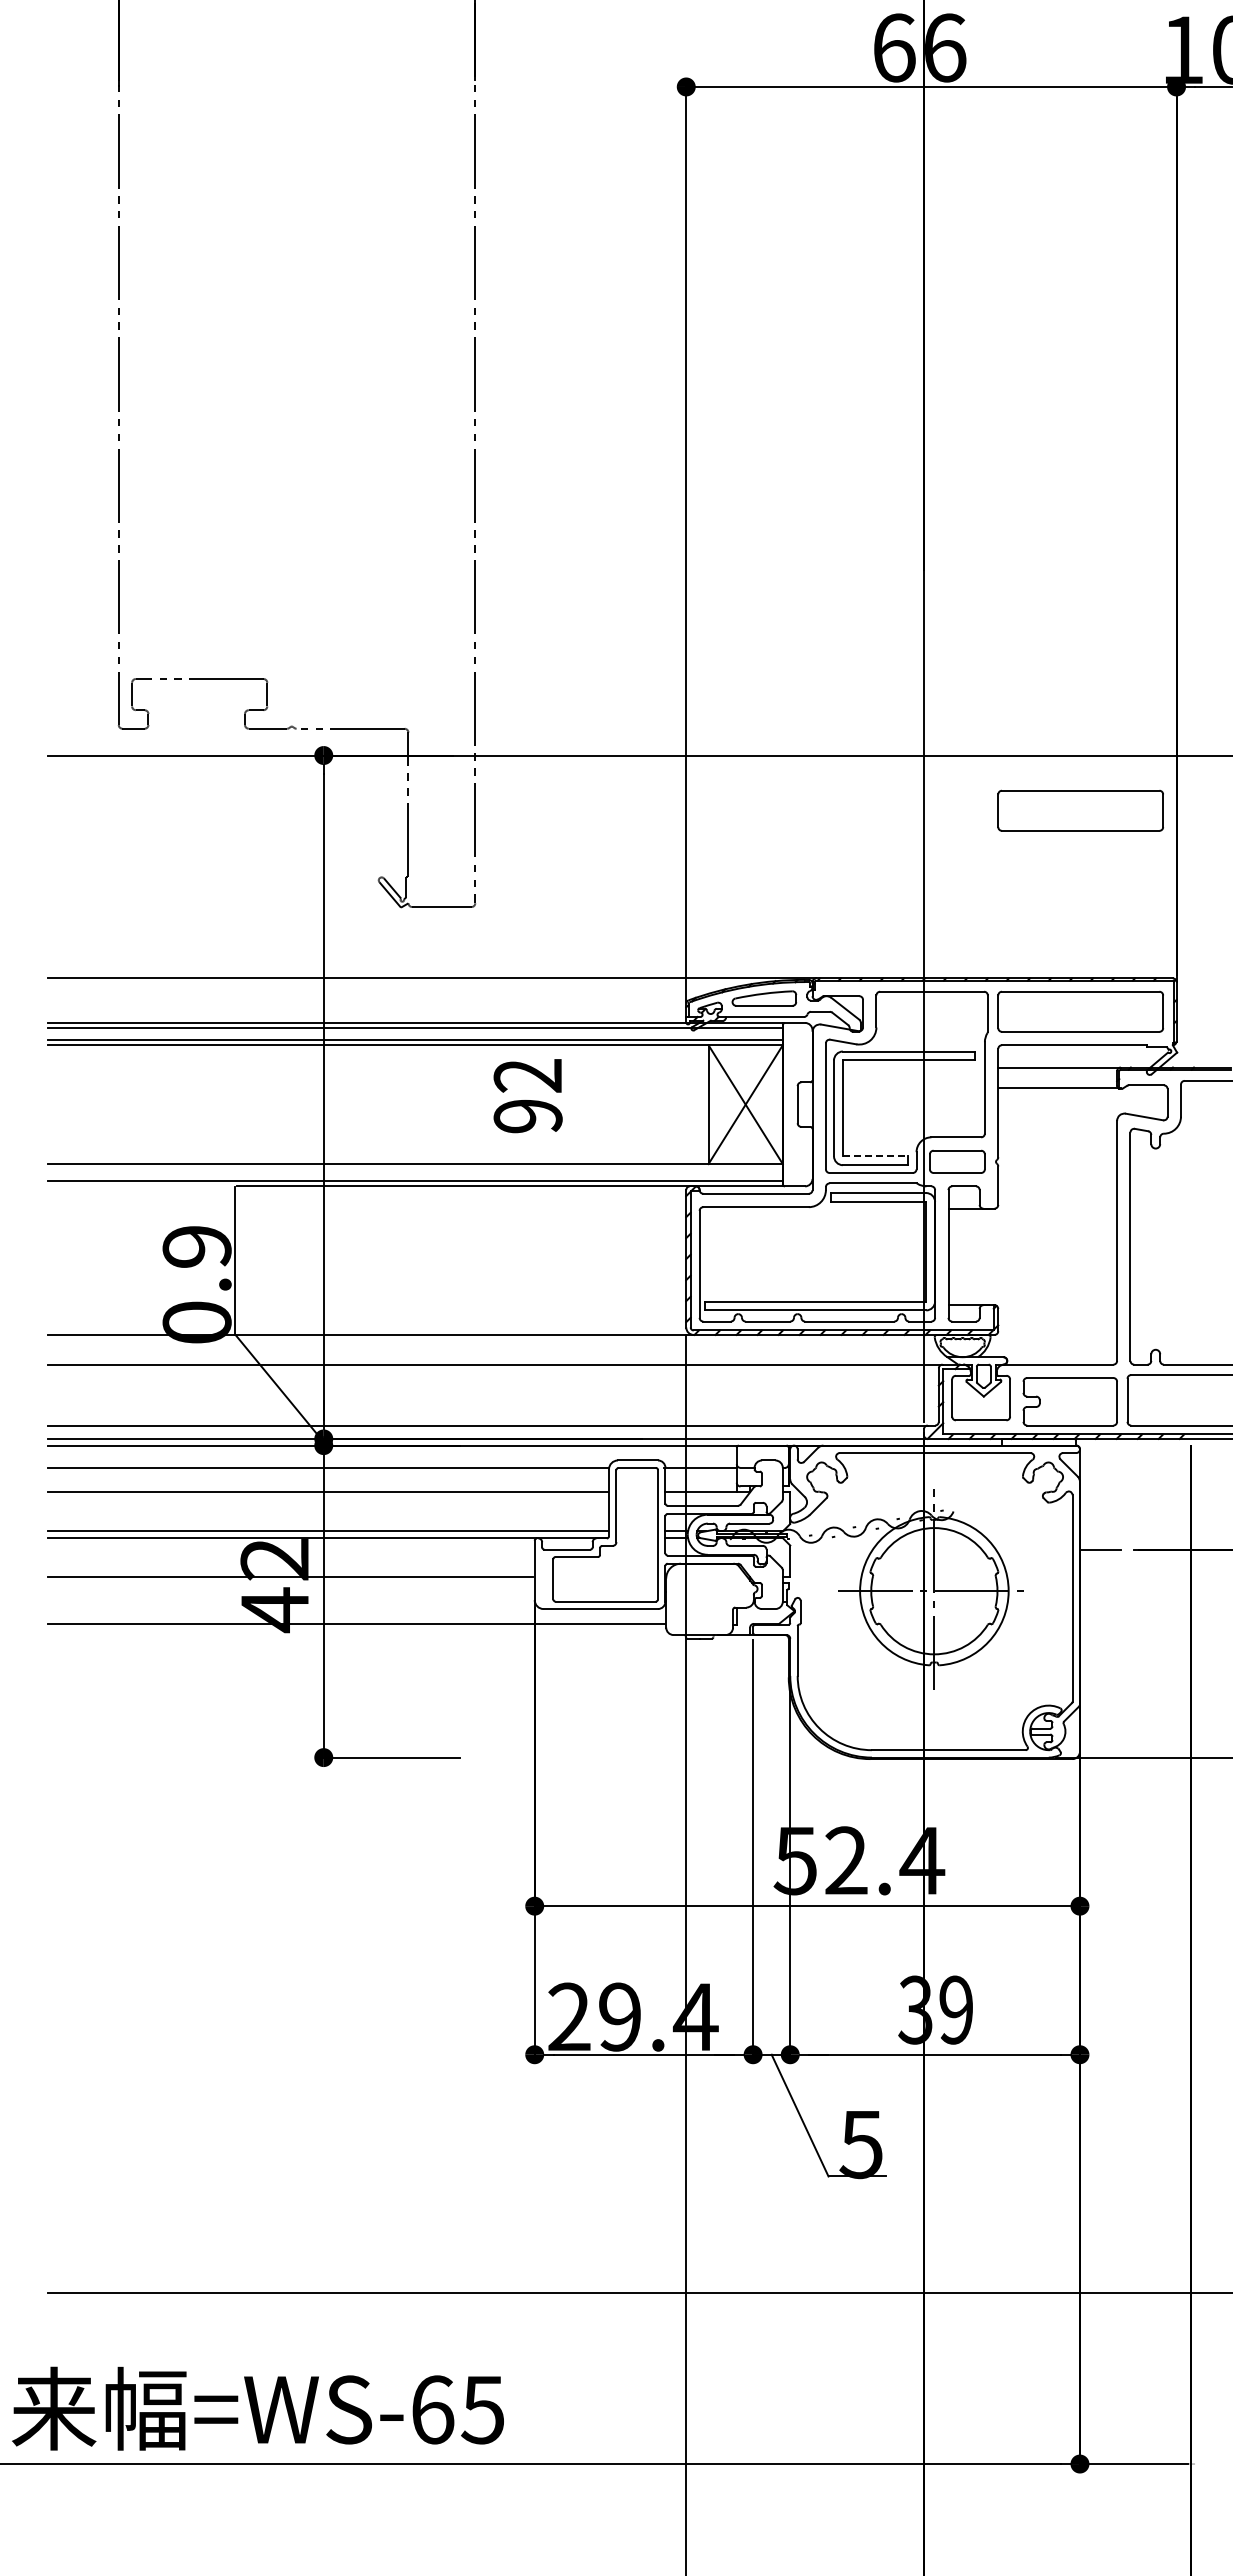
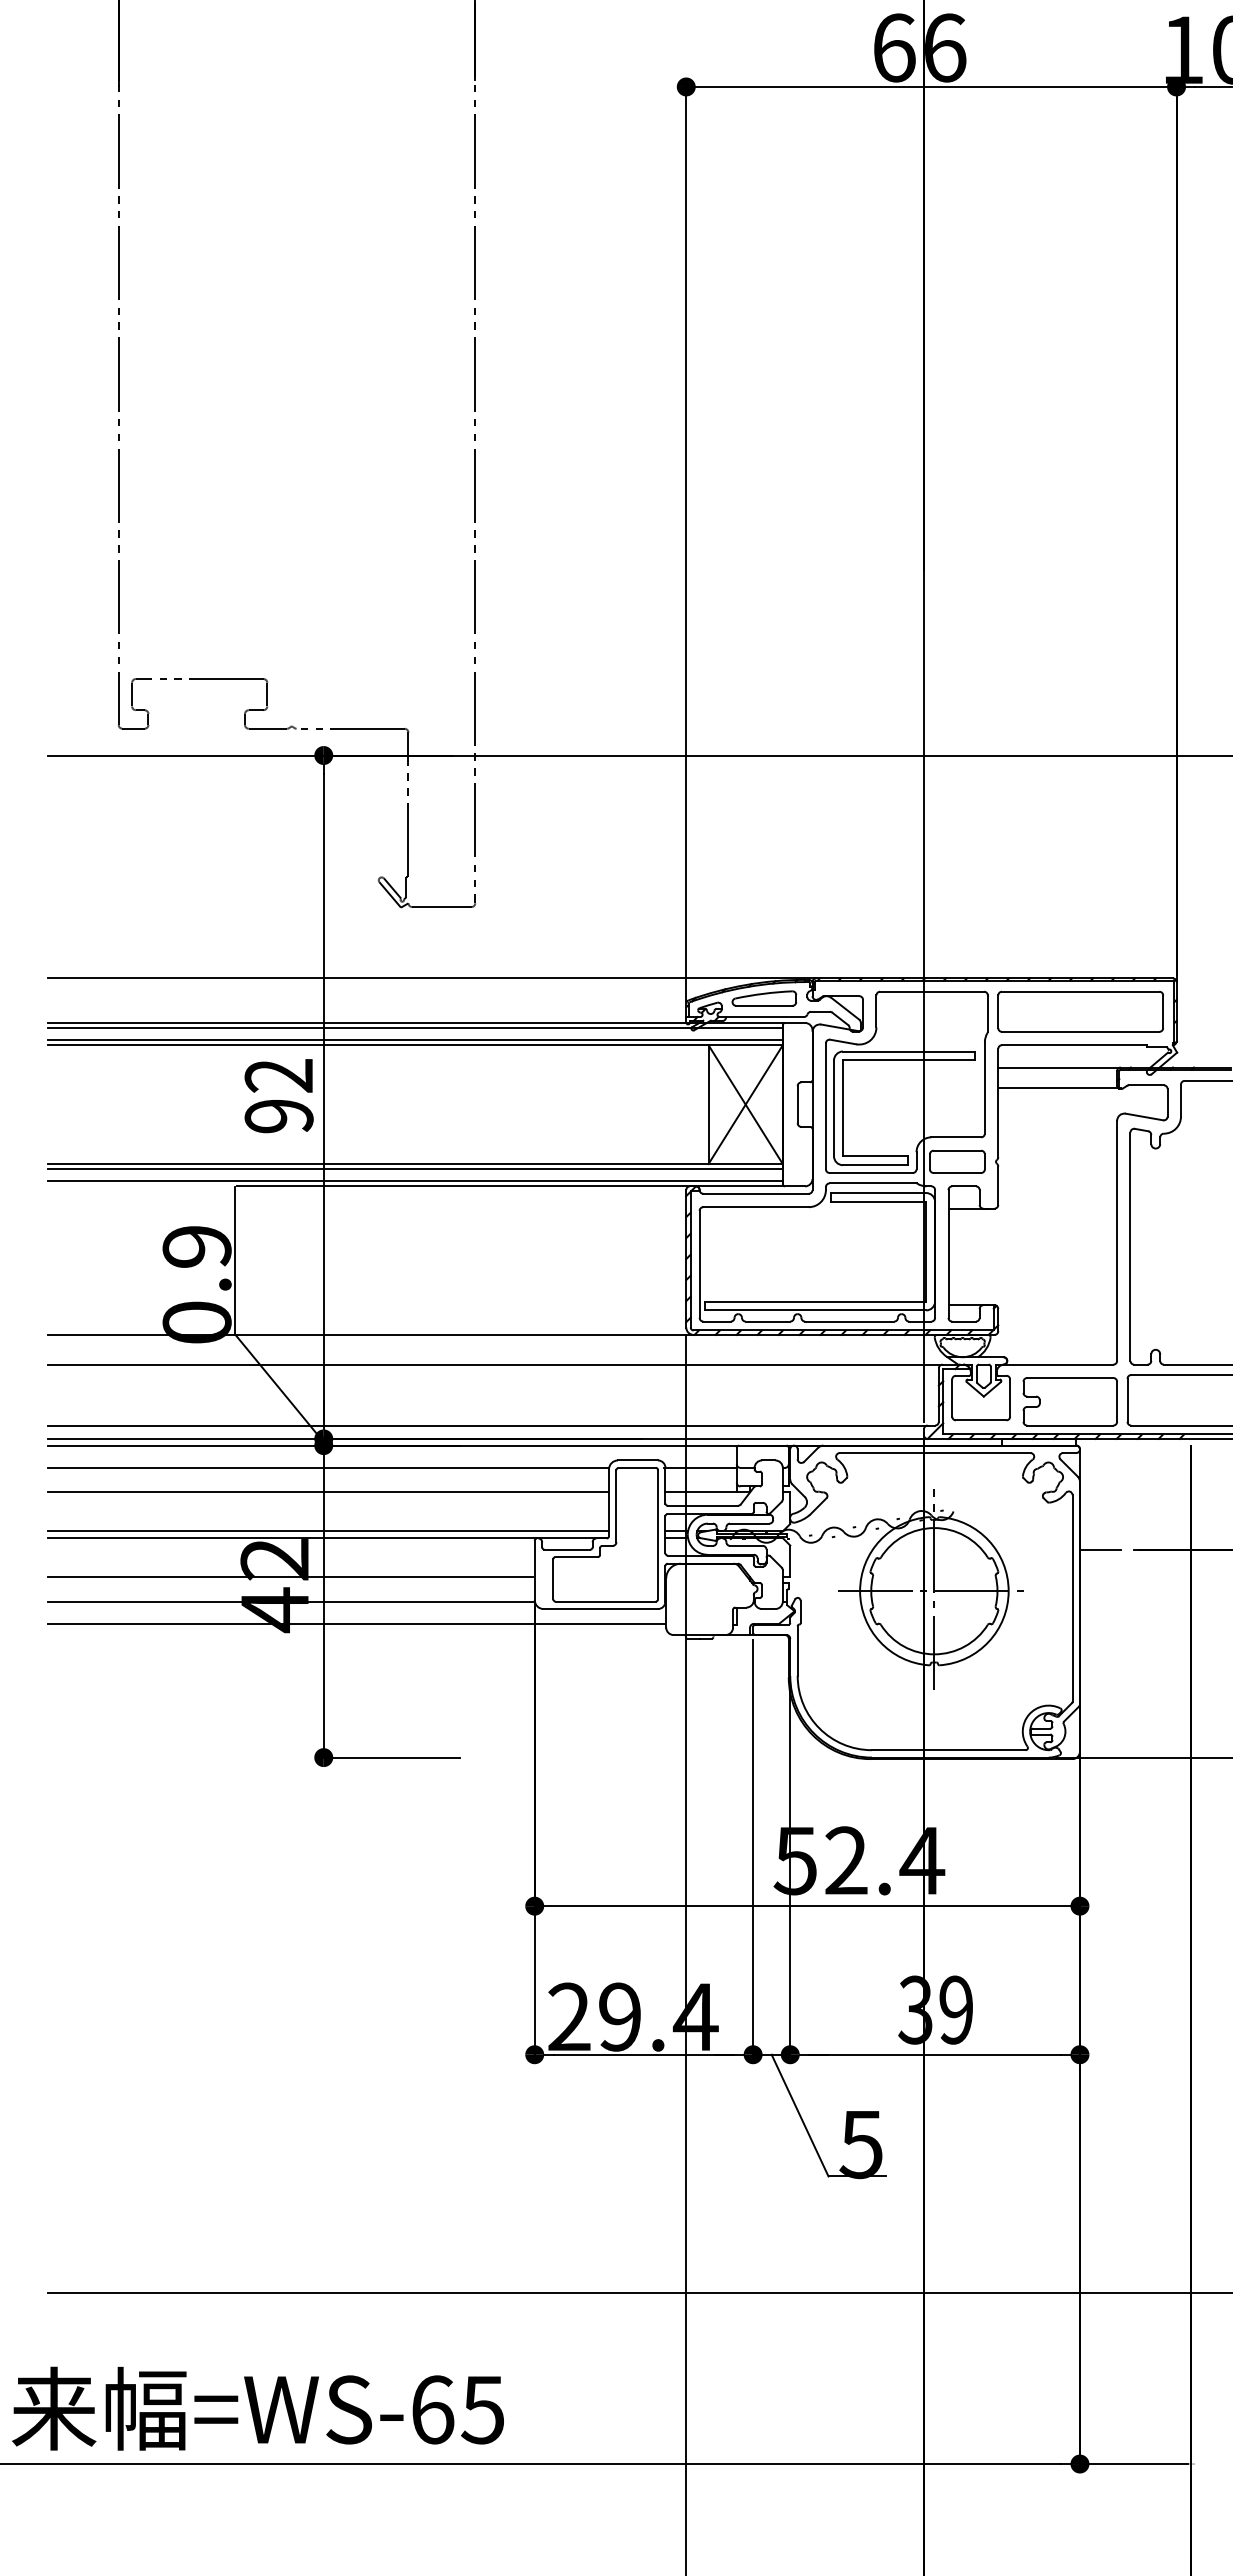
part at (1080, 810): present -> none
text at (527, 1096) position: (527, 1096) -> (278, 1096)
line at (875, 1156): dashed -> solid
line at (415, 1169): none -> present
line at (290, 1601): none -> present
